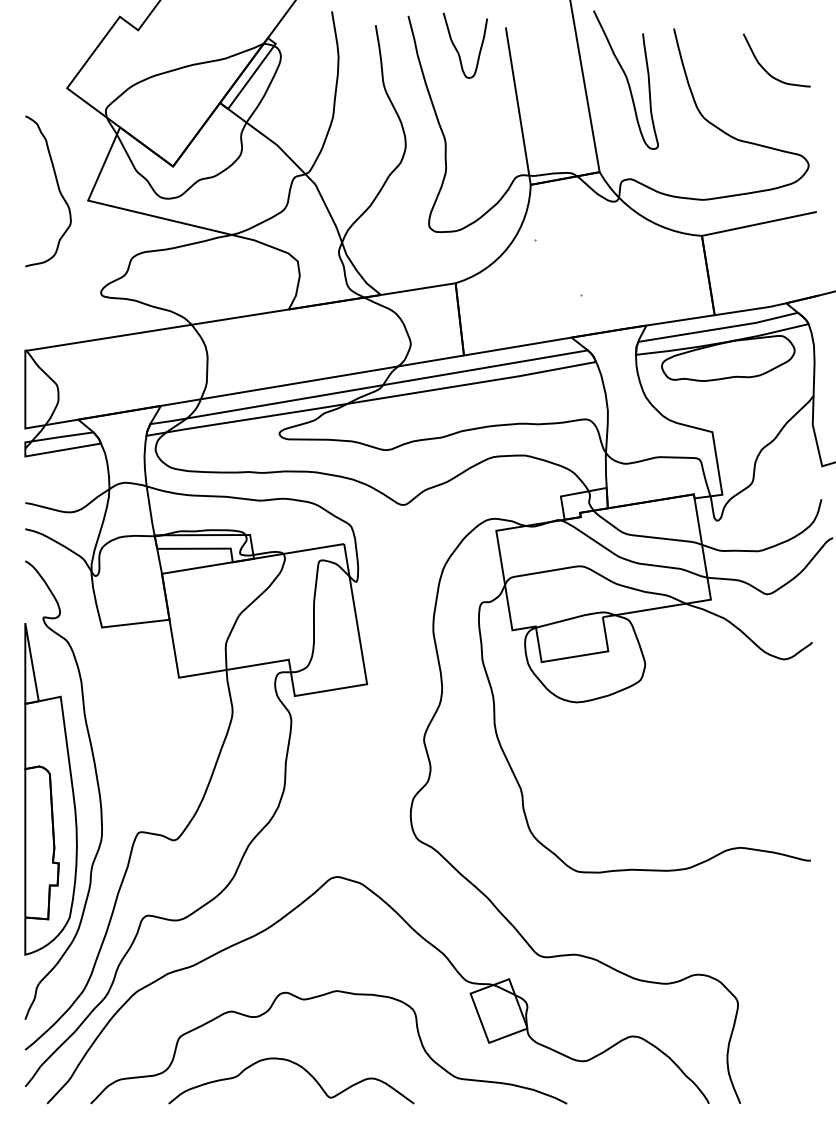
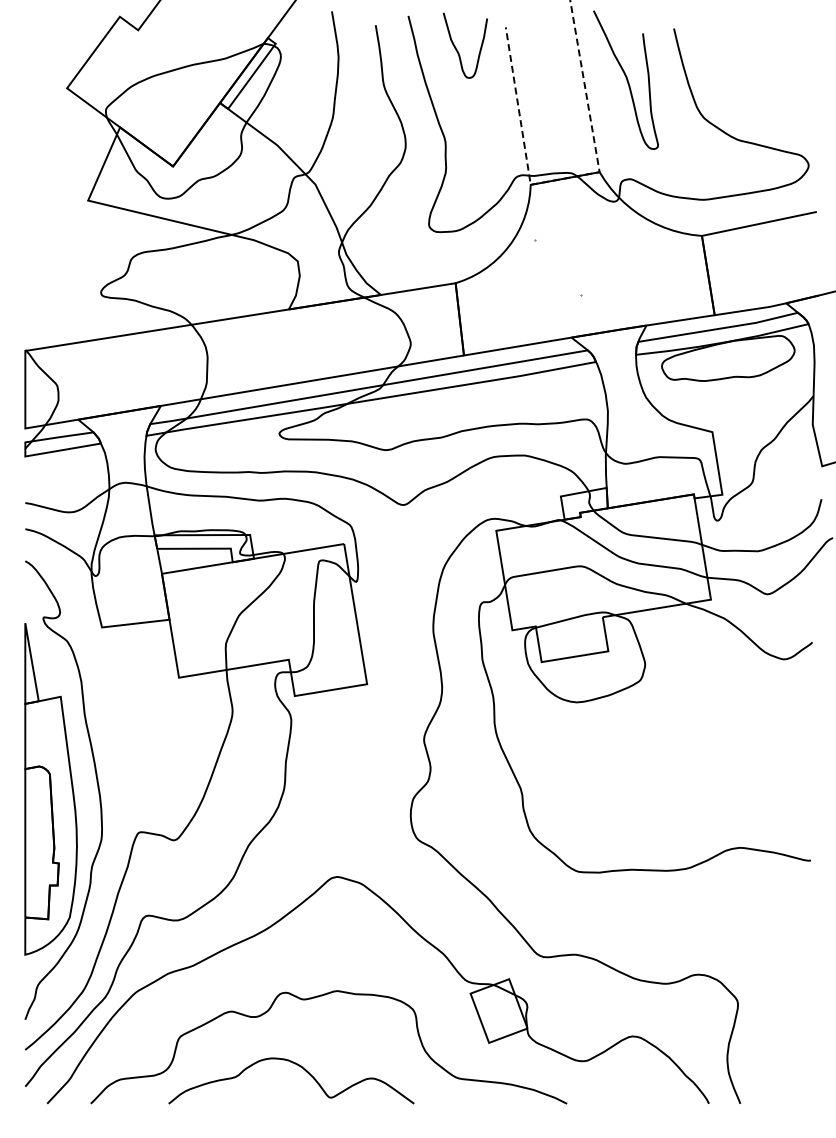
curve at (766, 70): present -> none
line at (572, 177): solid -> dashed
curve at (57, 187): present -> none
